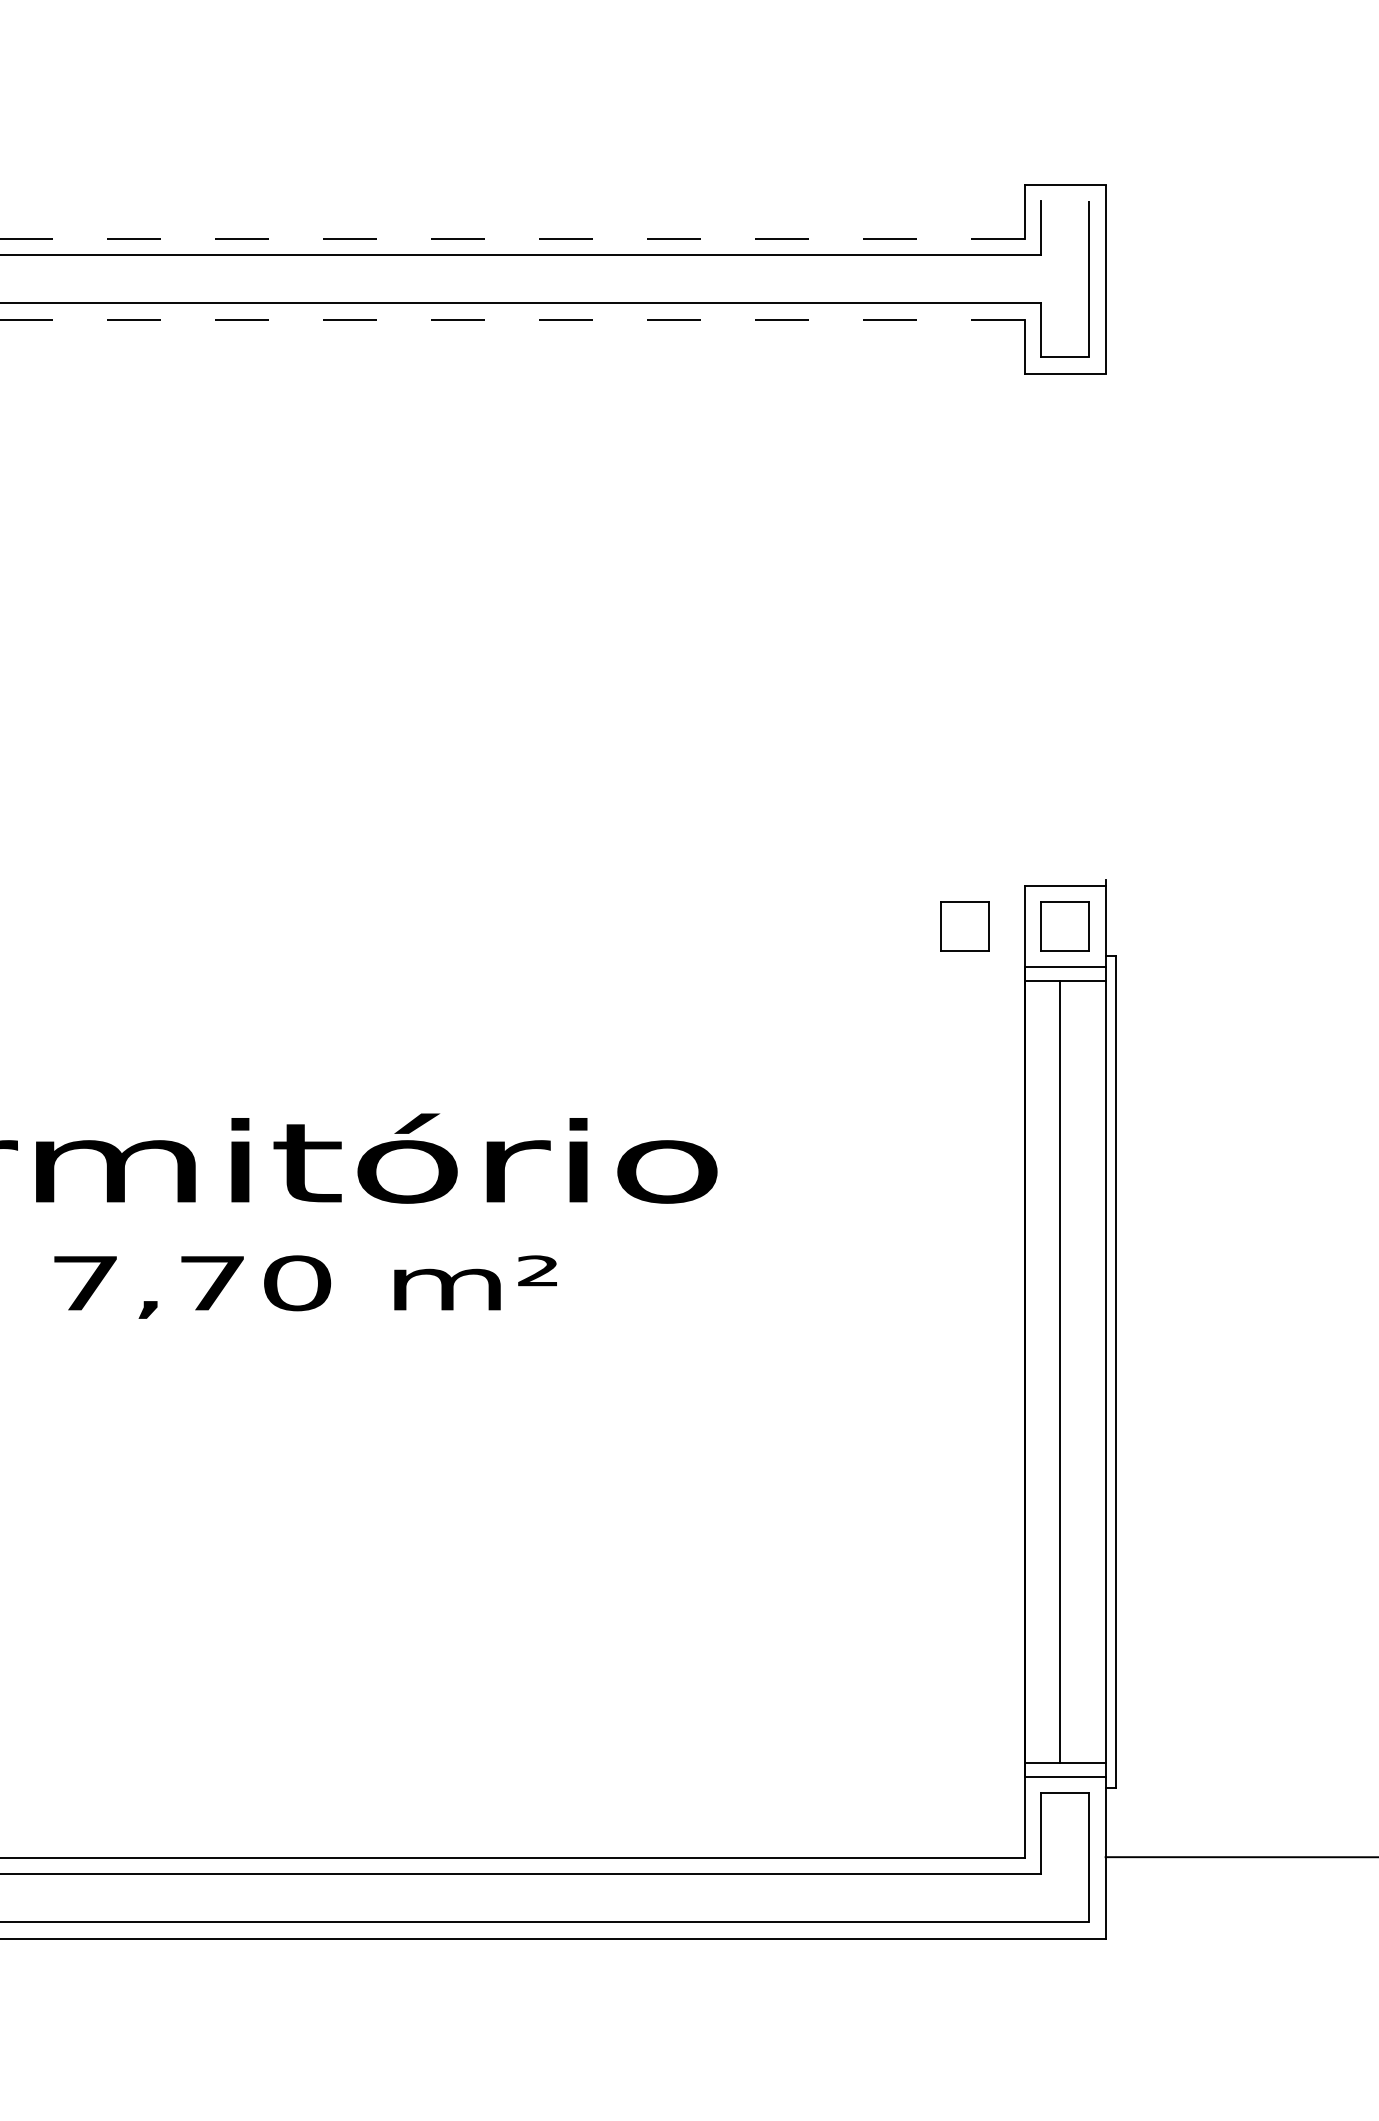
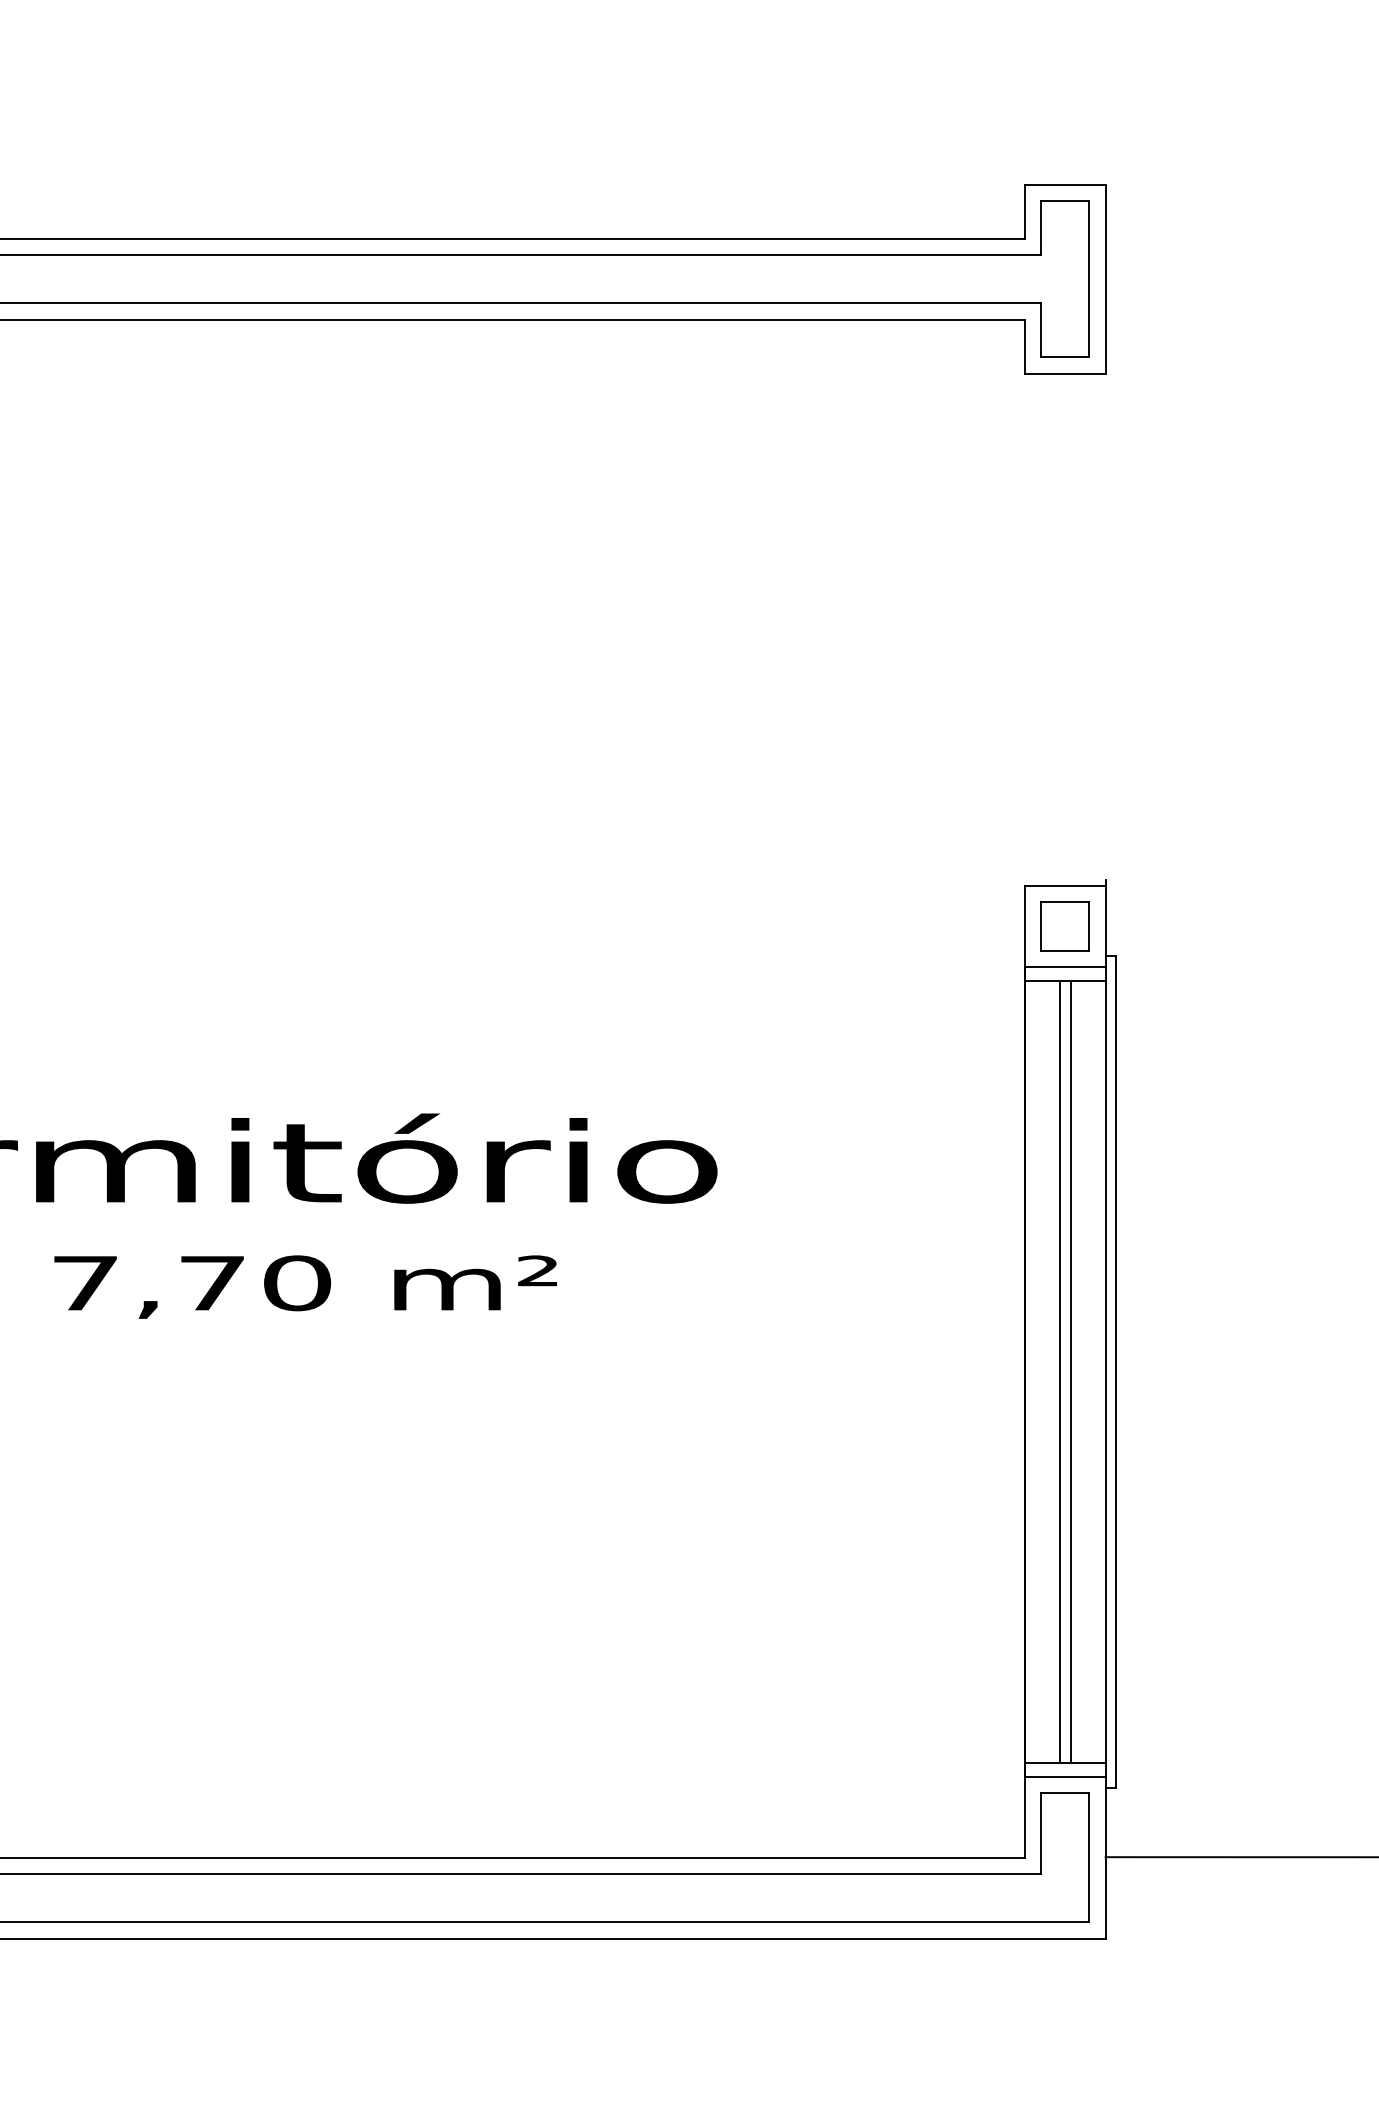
line at (1064, 200): none -> present
line at (512, 238): dashed -> solid
line at (512, 319): dashed -> solid
part at (964, 926): present -> none
line at (1070, 1371): none -> present
